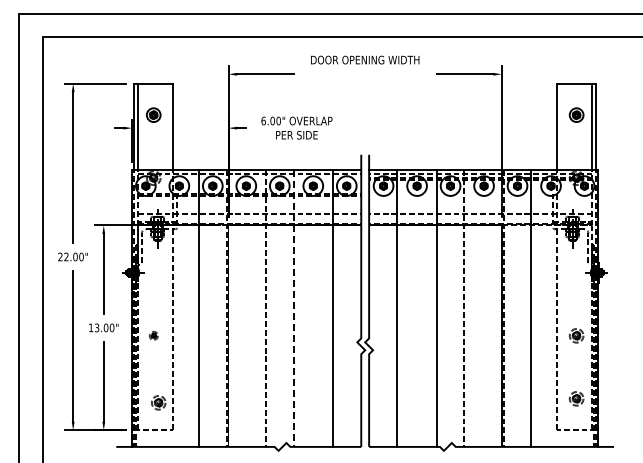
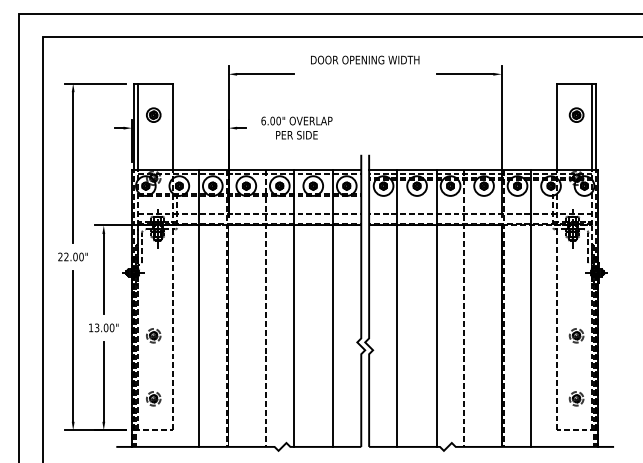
line at (293, 309): dashed -> solid
part at (153, 335) size: 11x11 px -> 16x16 px
part at (158, 402) position: (158, 402) -> (153, 398)
